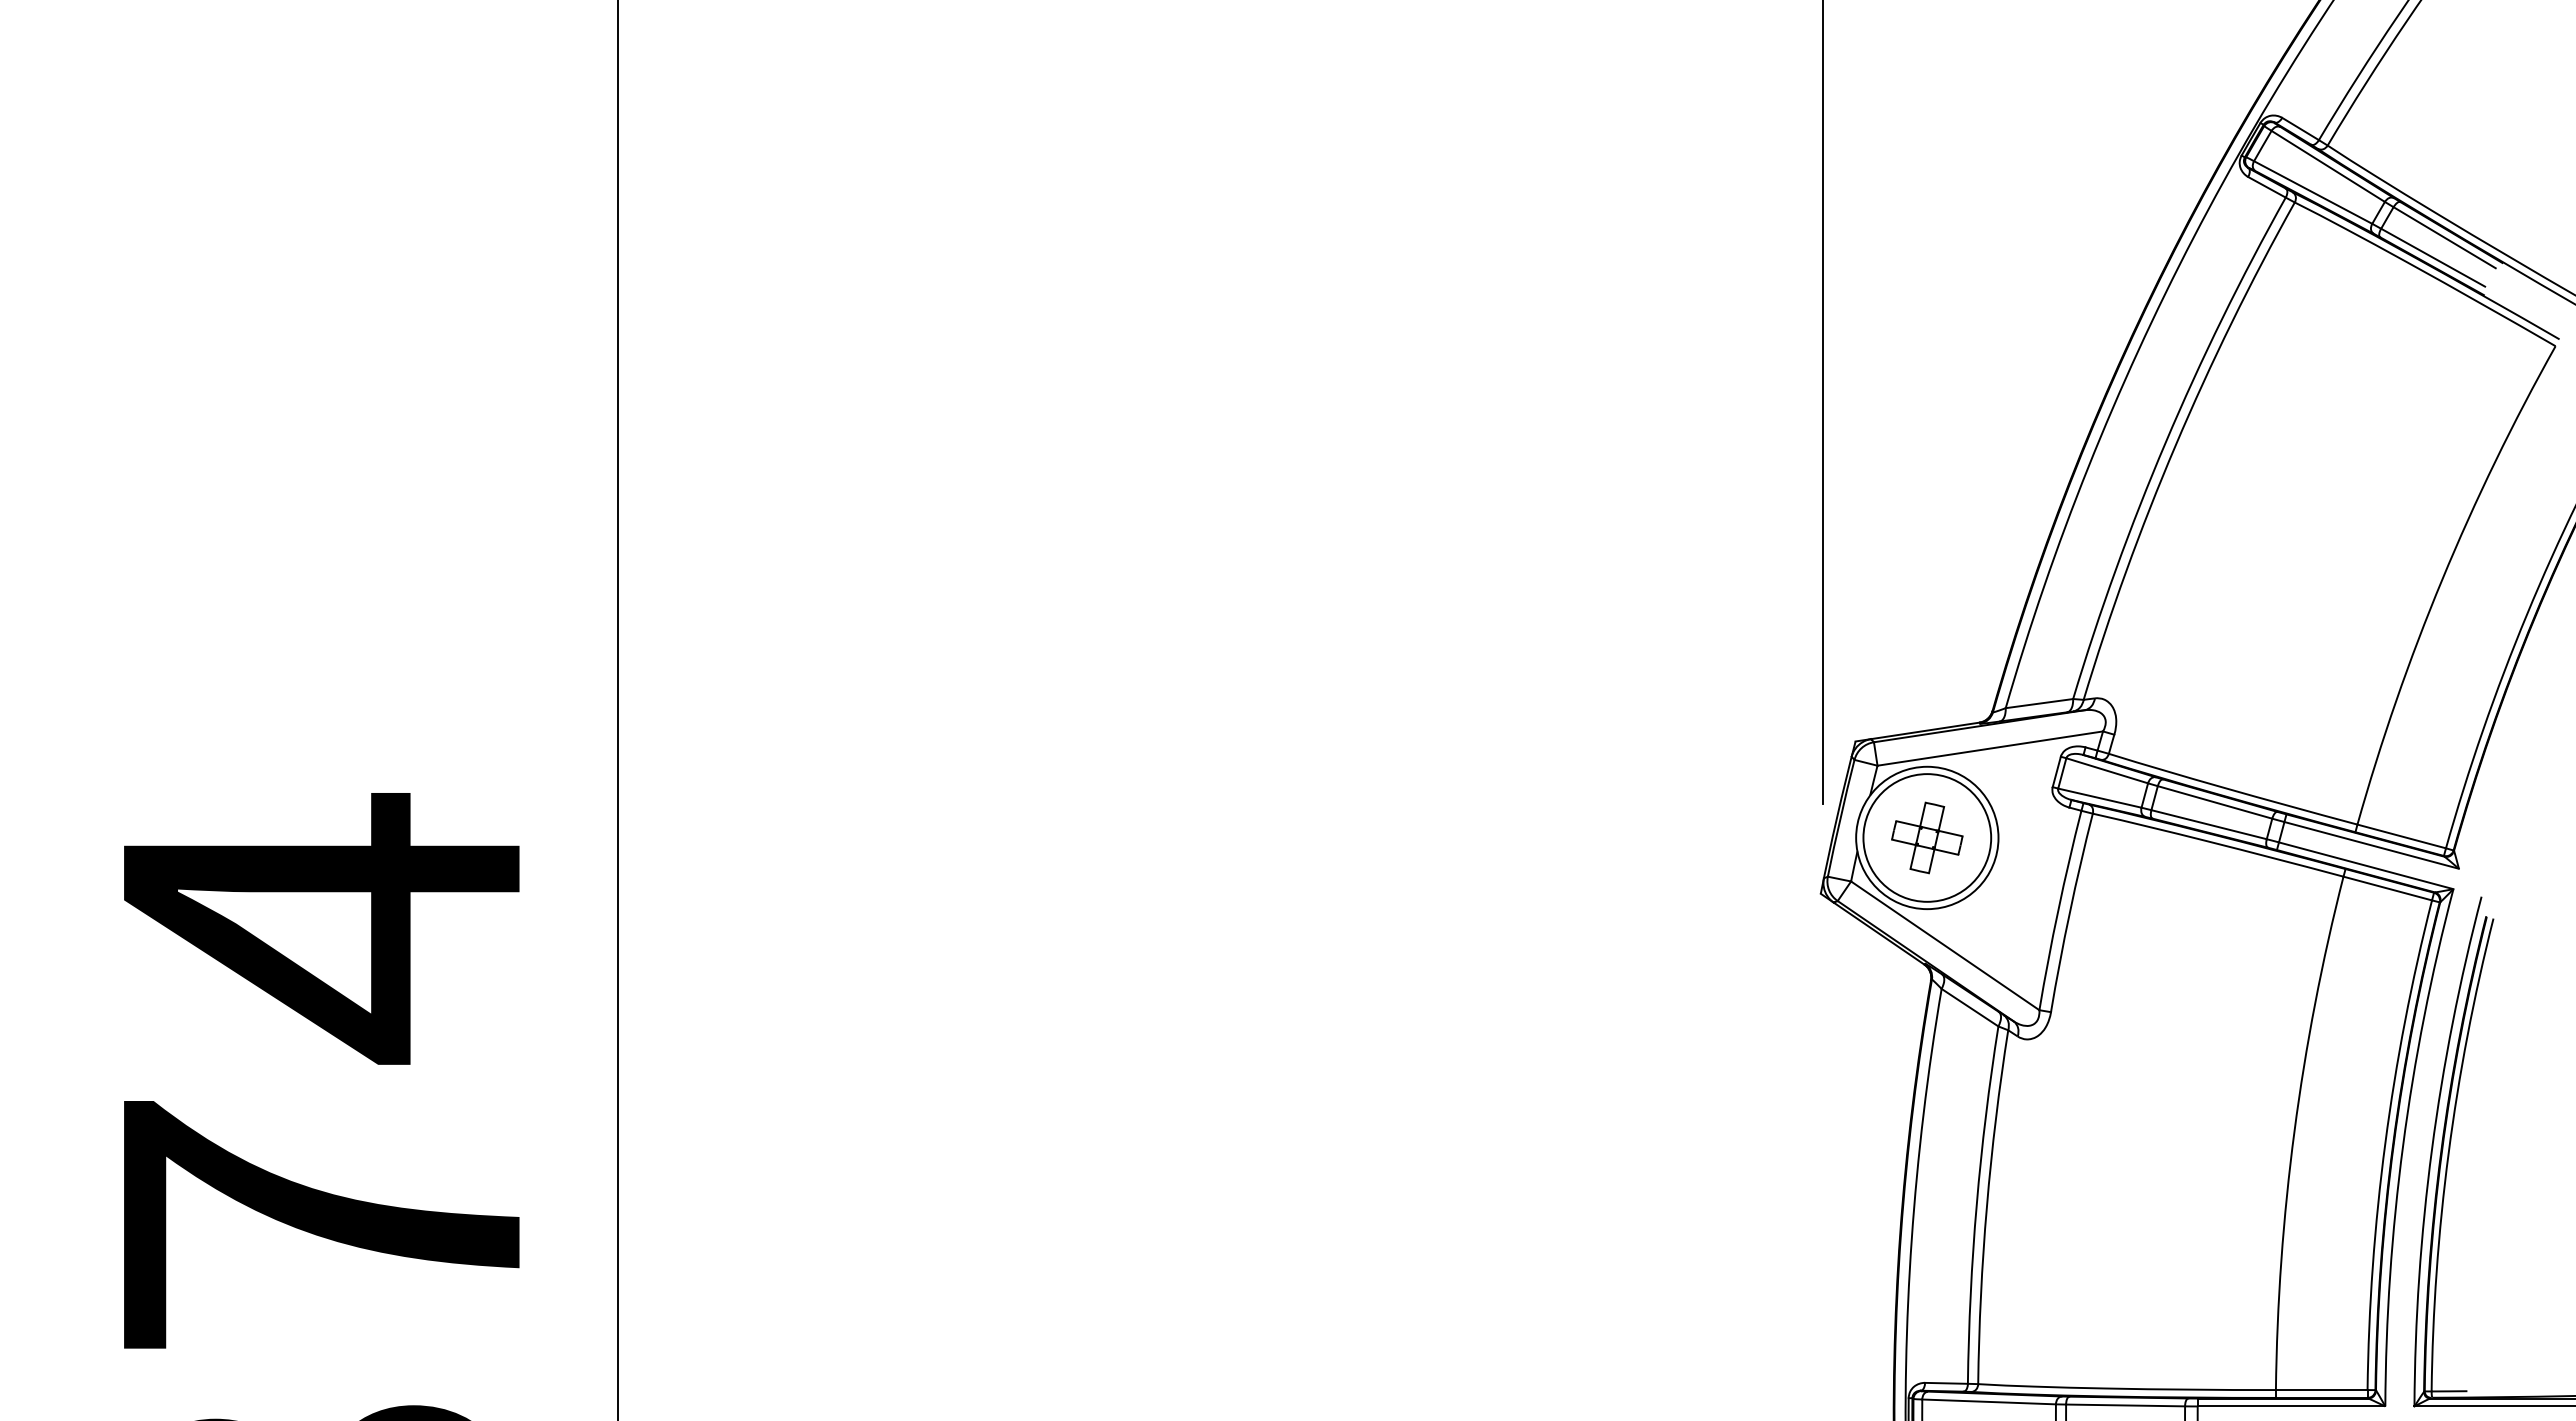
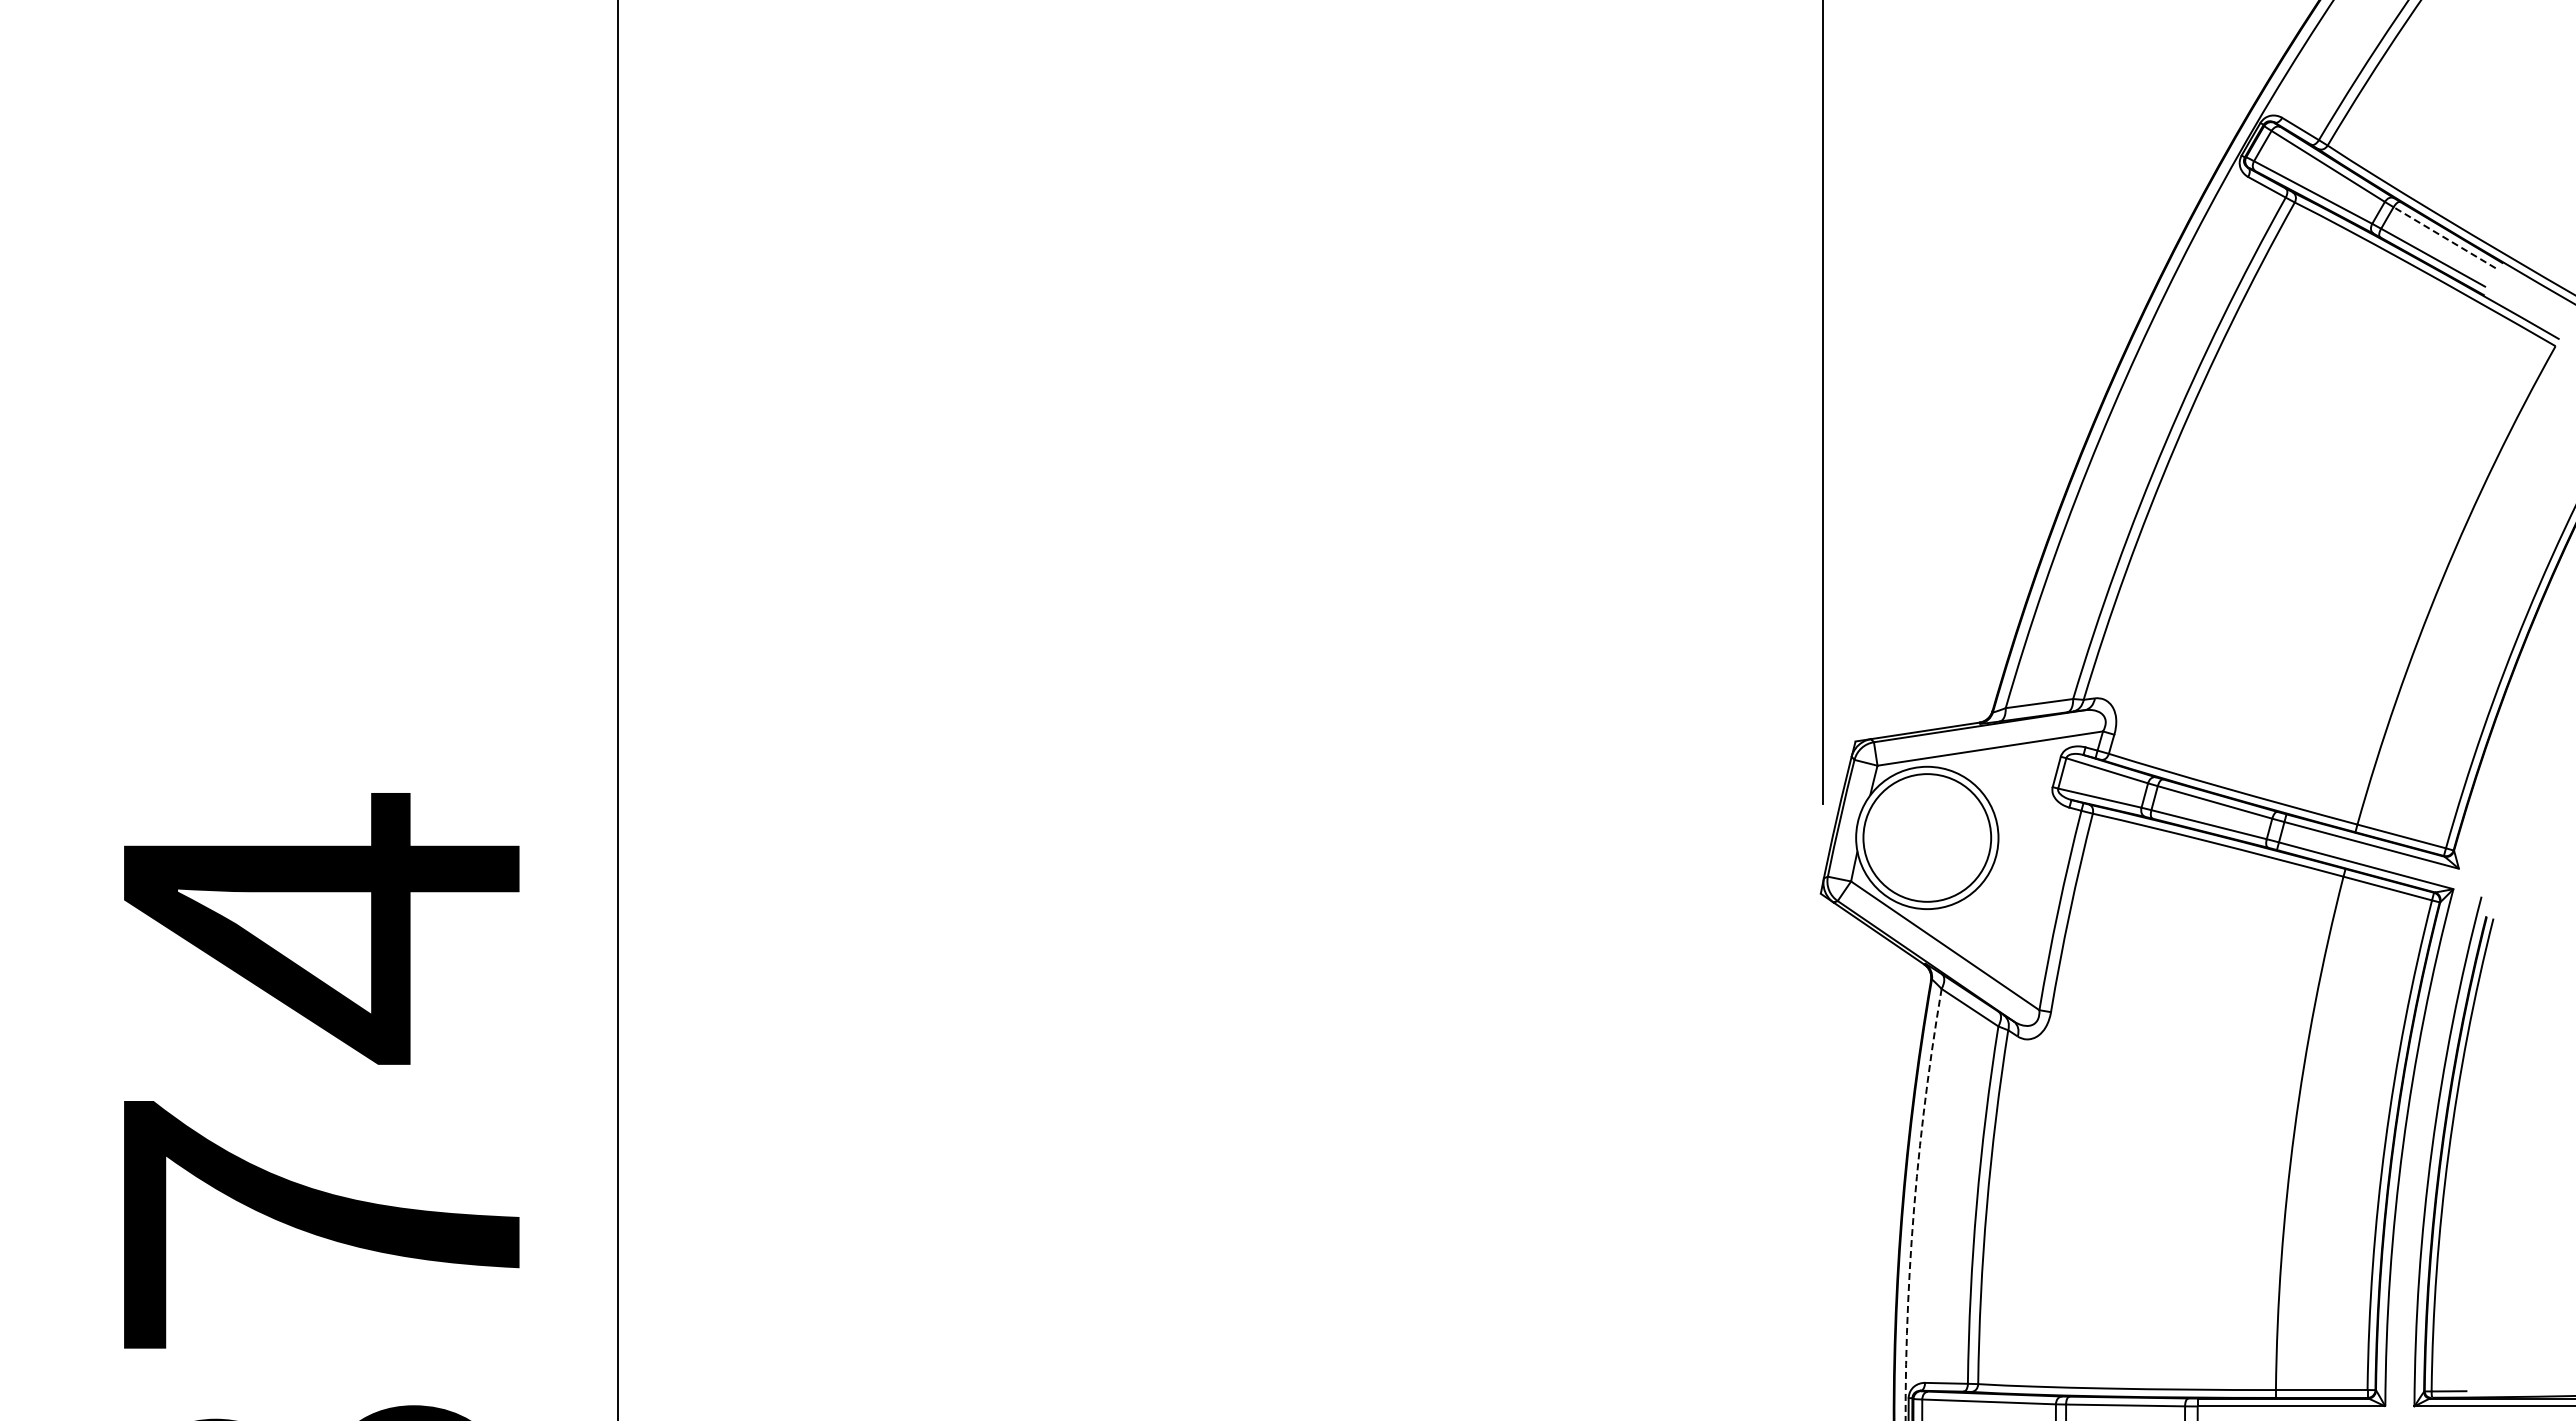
line at (2444, 237): solid -> dashed
part at (1927, 837): present -> none
arc at (1914, 1203): solid -> dashed
